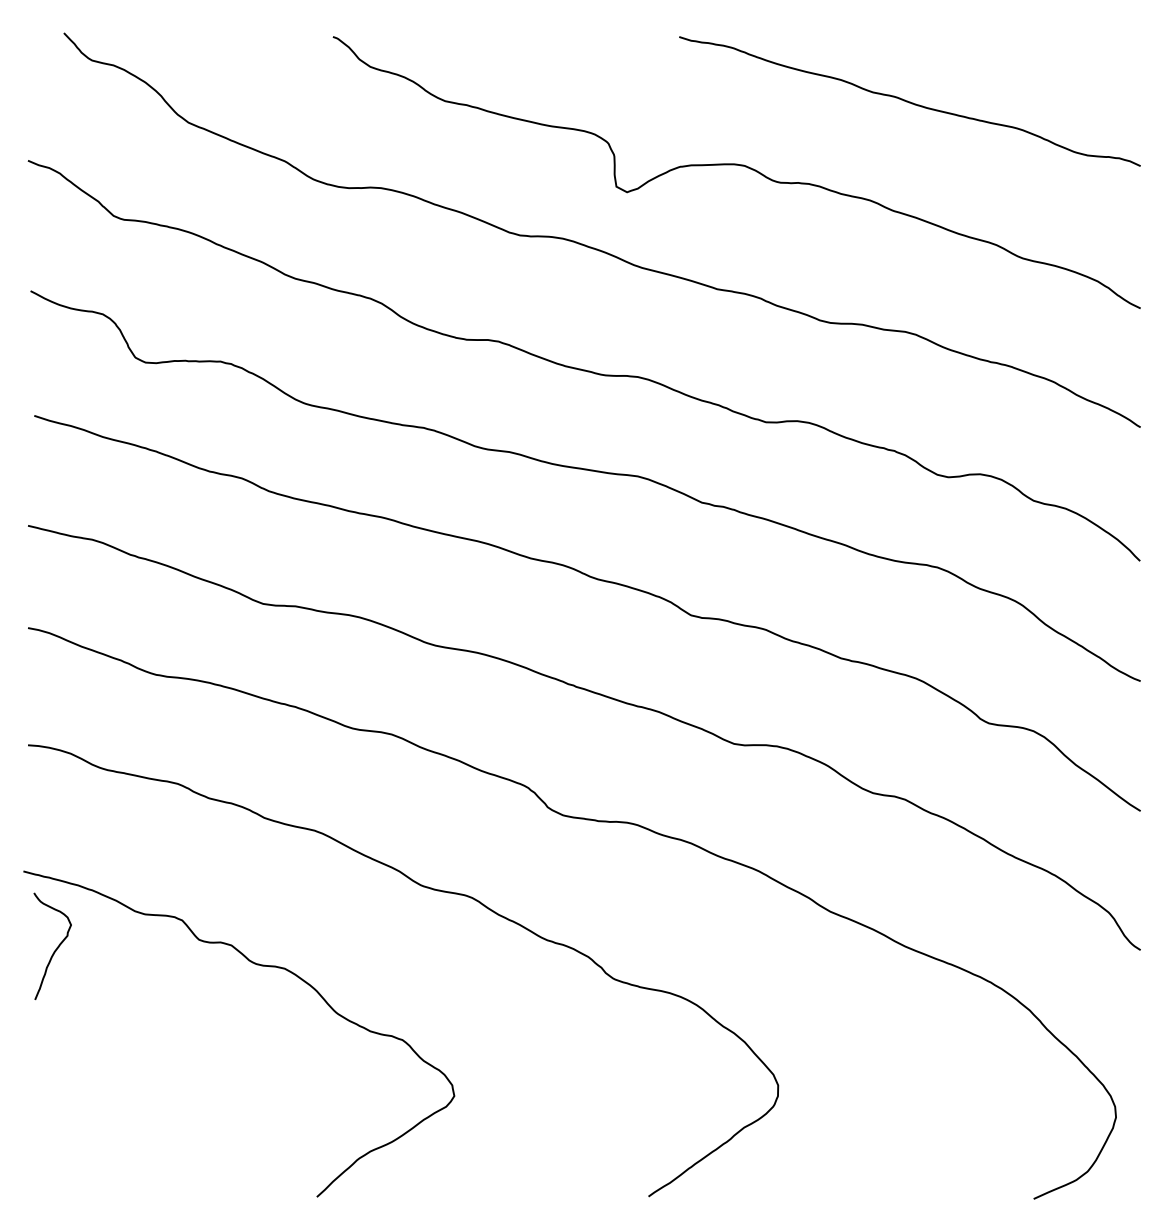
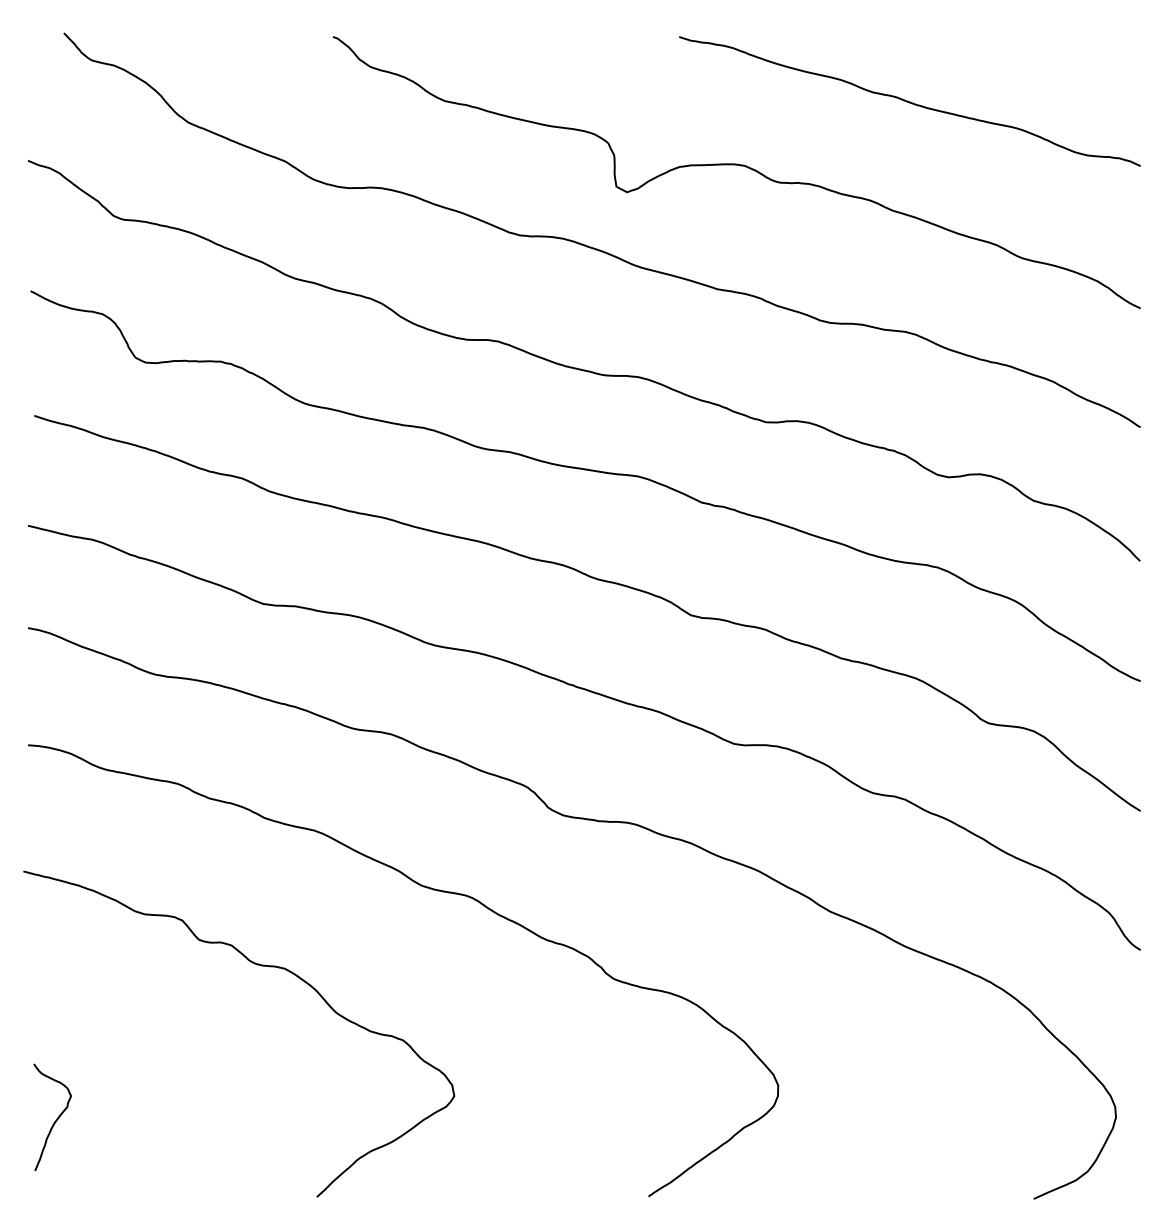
curve at (56, 947) position: (56, 947) -> (56, 1118)
